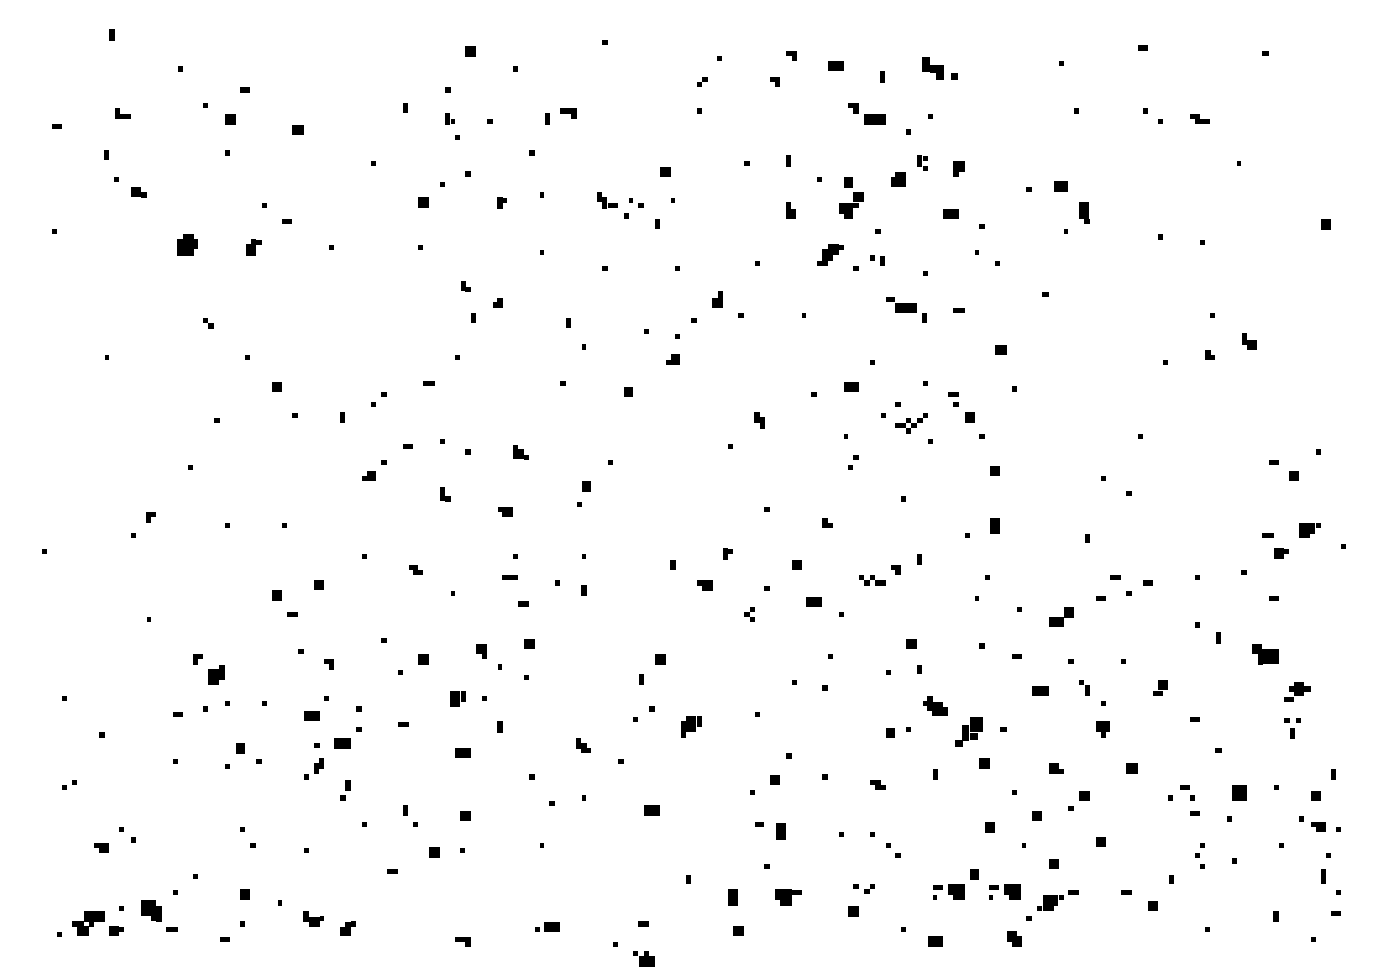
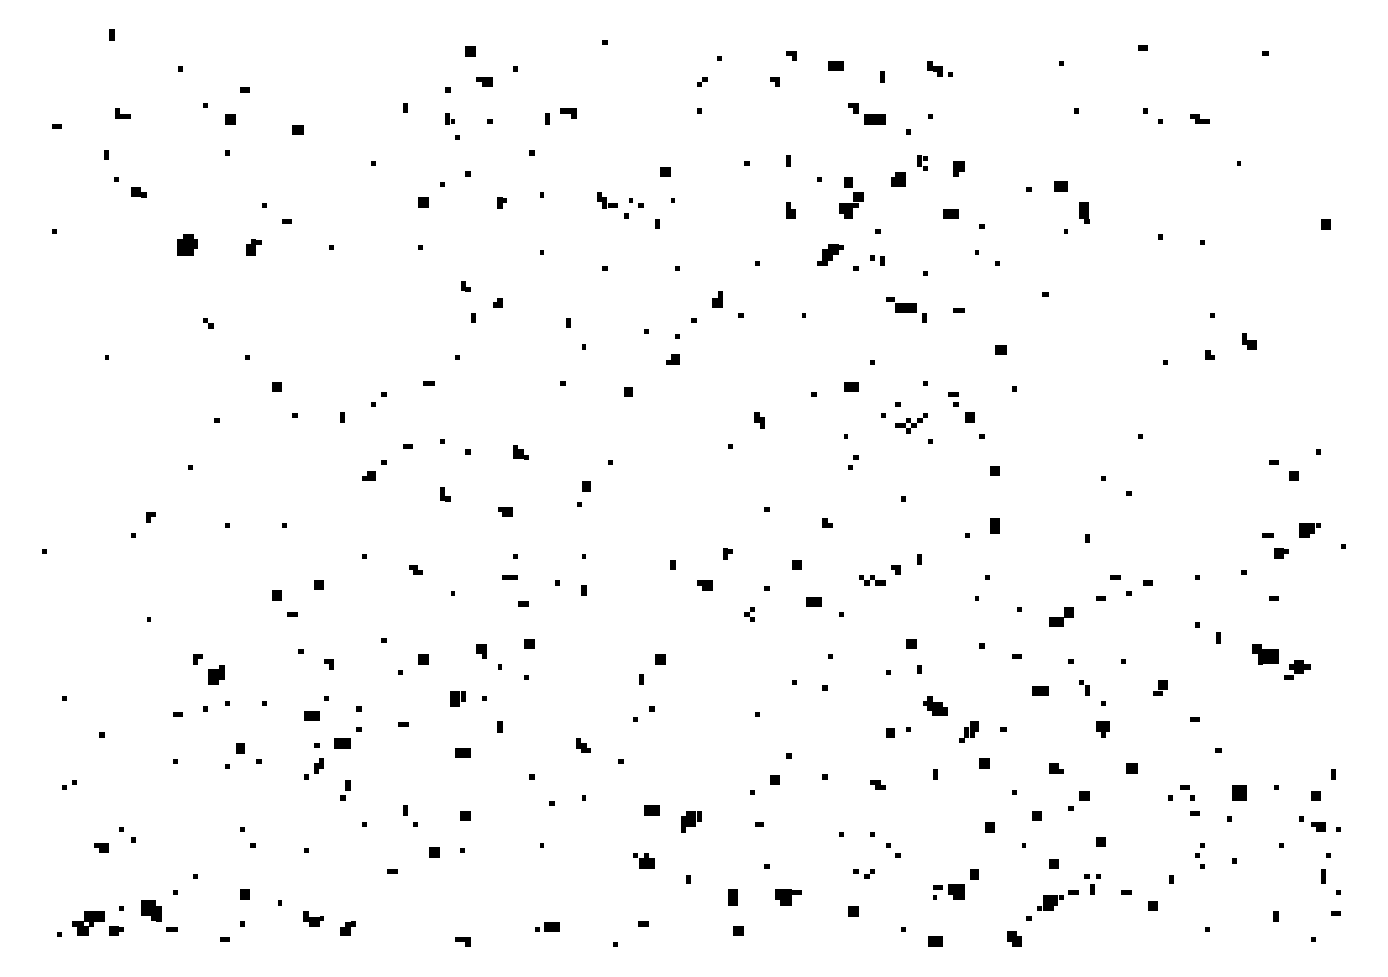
part at (939, 68) size: 36x23 px -> 26x16 px
part at (484, 81): none -> present
part at (1297, 691) position: (1297, 691) -> (1297, 669)
part at (691, 726) position: (691, 726) -> (691, 821)
part at (1292, 728) position: (1292, 728) -> (1092, 884)
part at (968, 731) size: 28x30 px -> 20x22 px
line at (780, 831): present -> none
part at (863, 888) position: (863, 888) -> (863, 873)
part at (1004, 891): present -> none
part at (643, 958) position: (643, 958) -> (643, 860)
